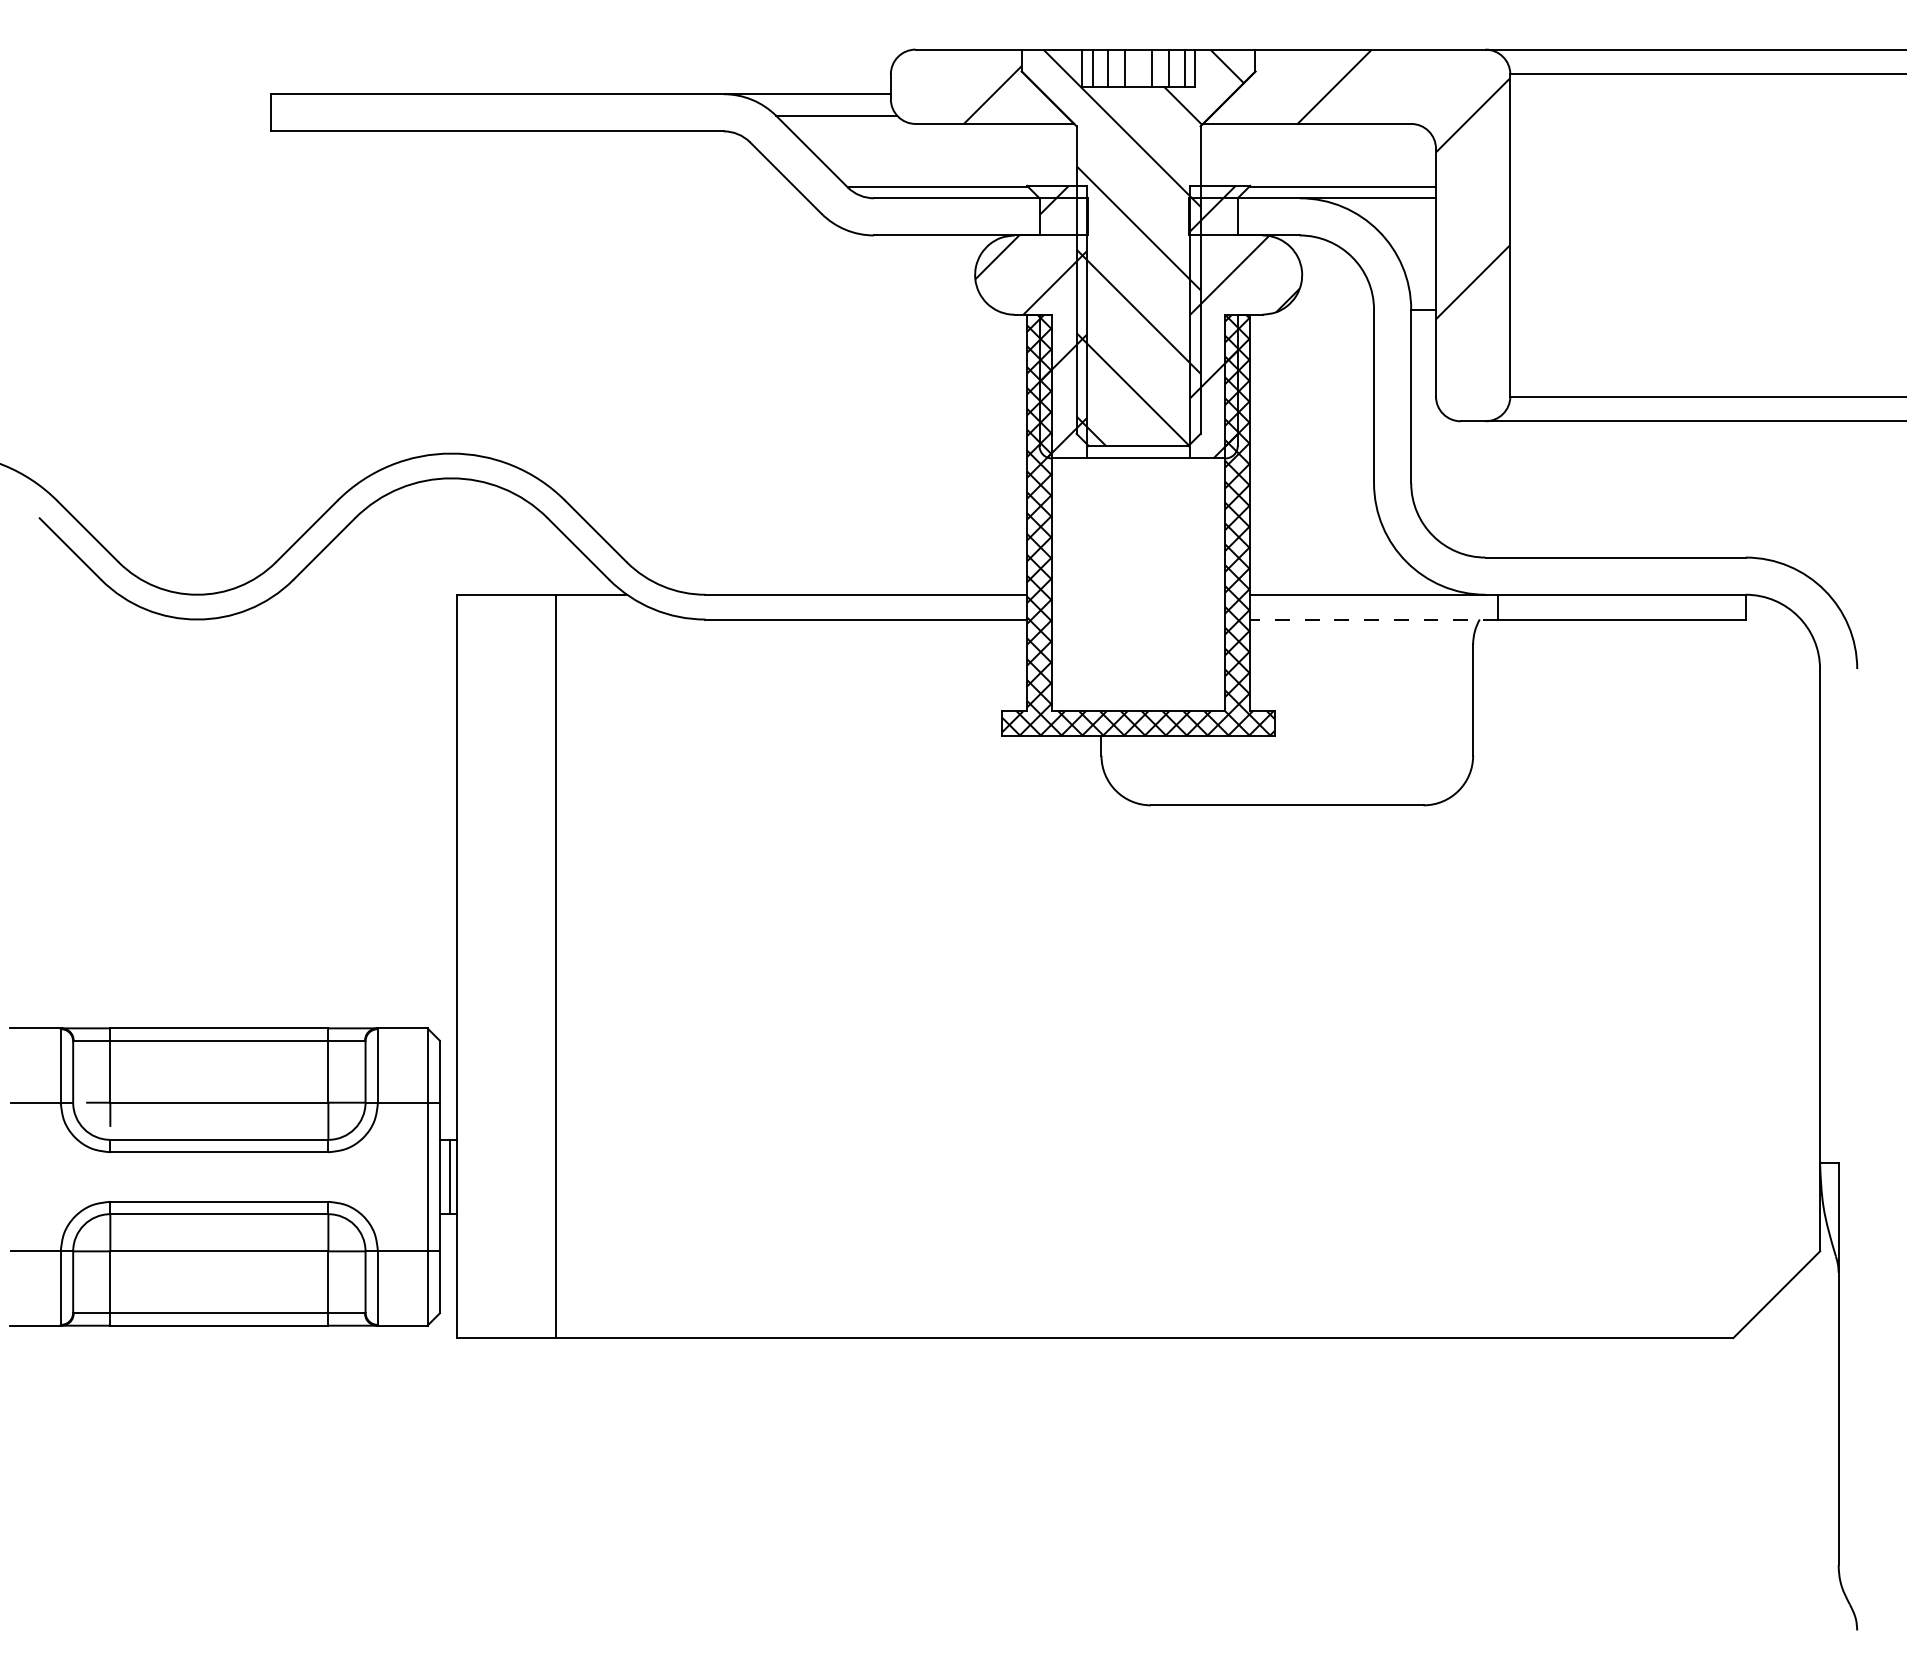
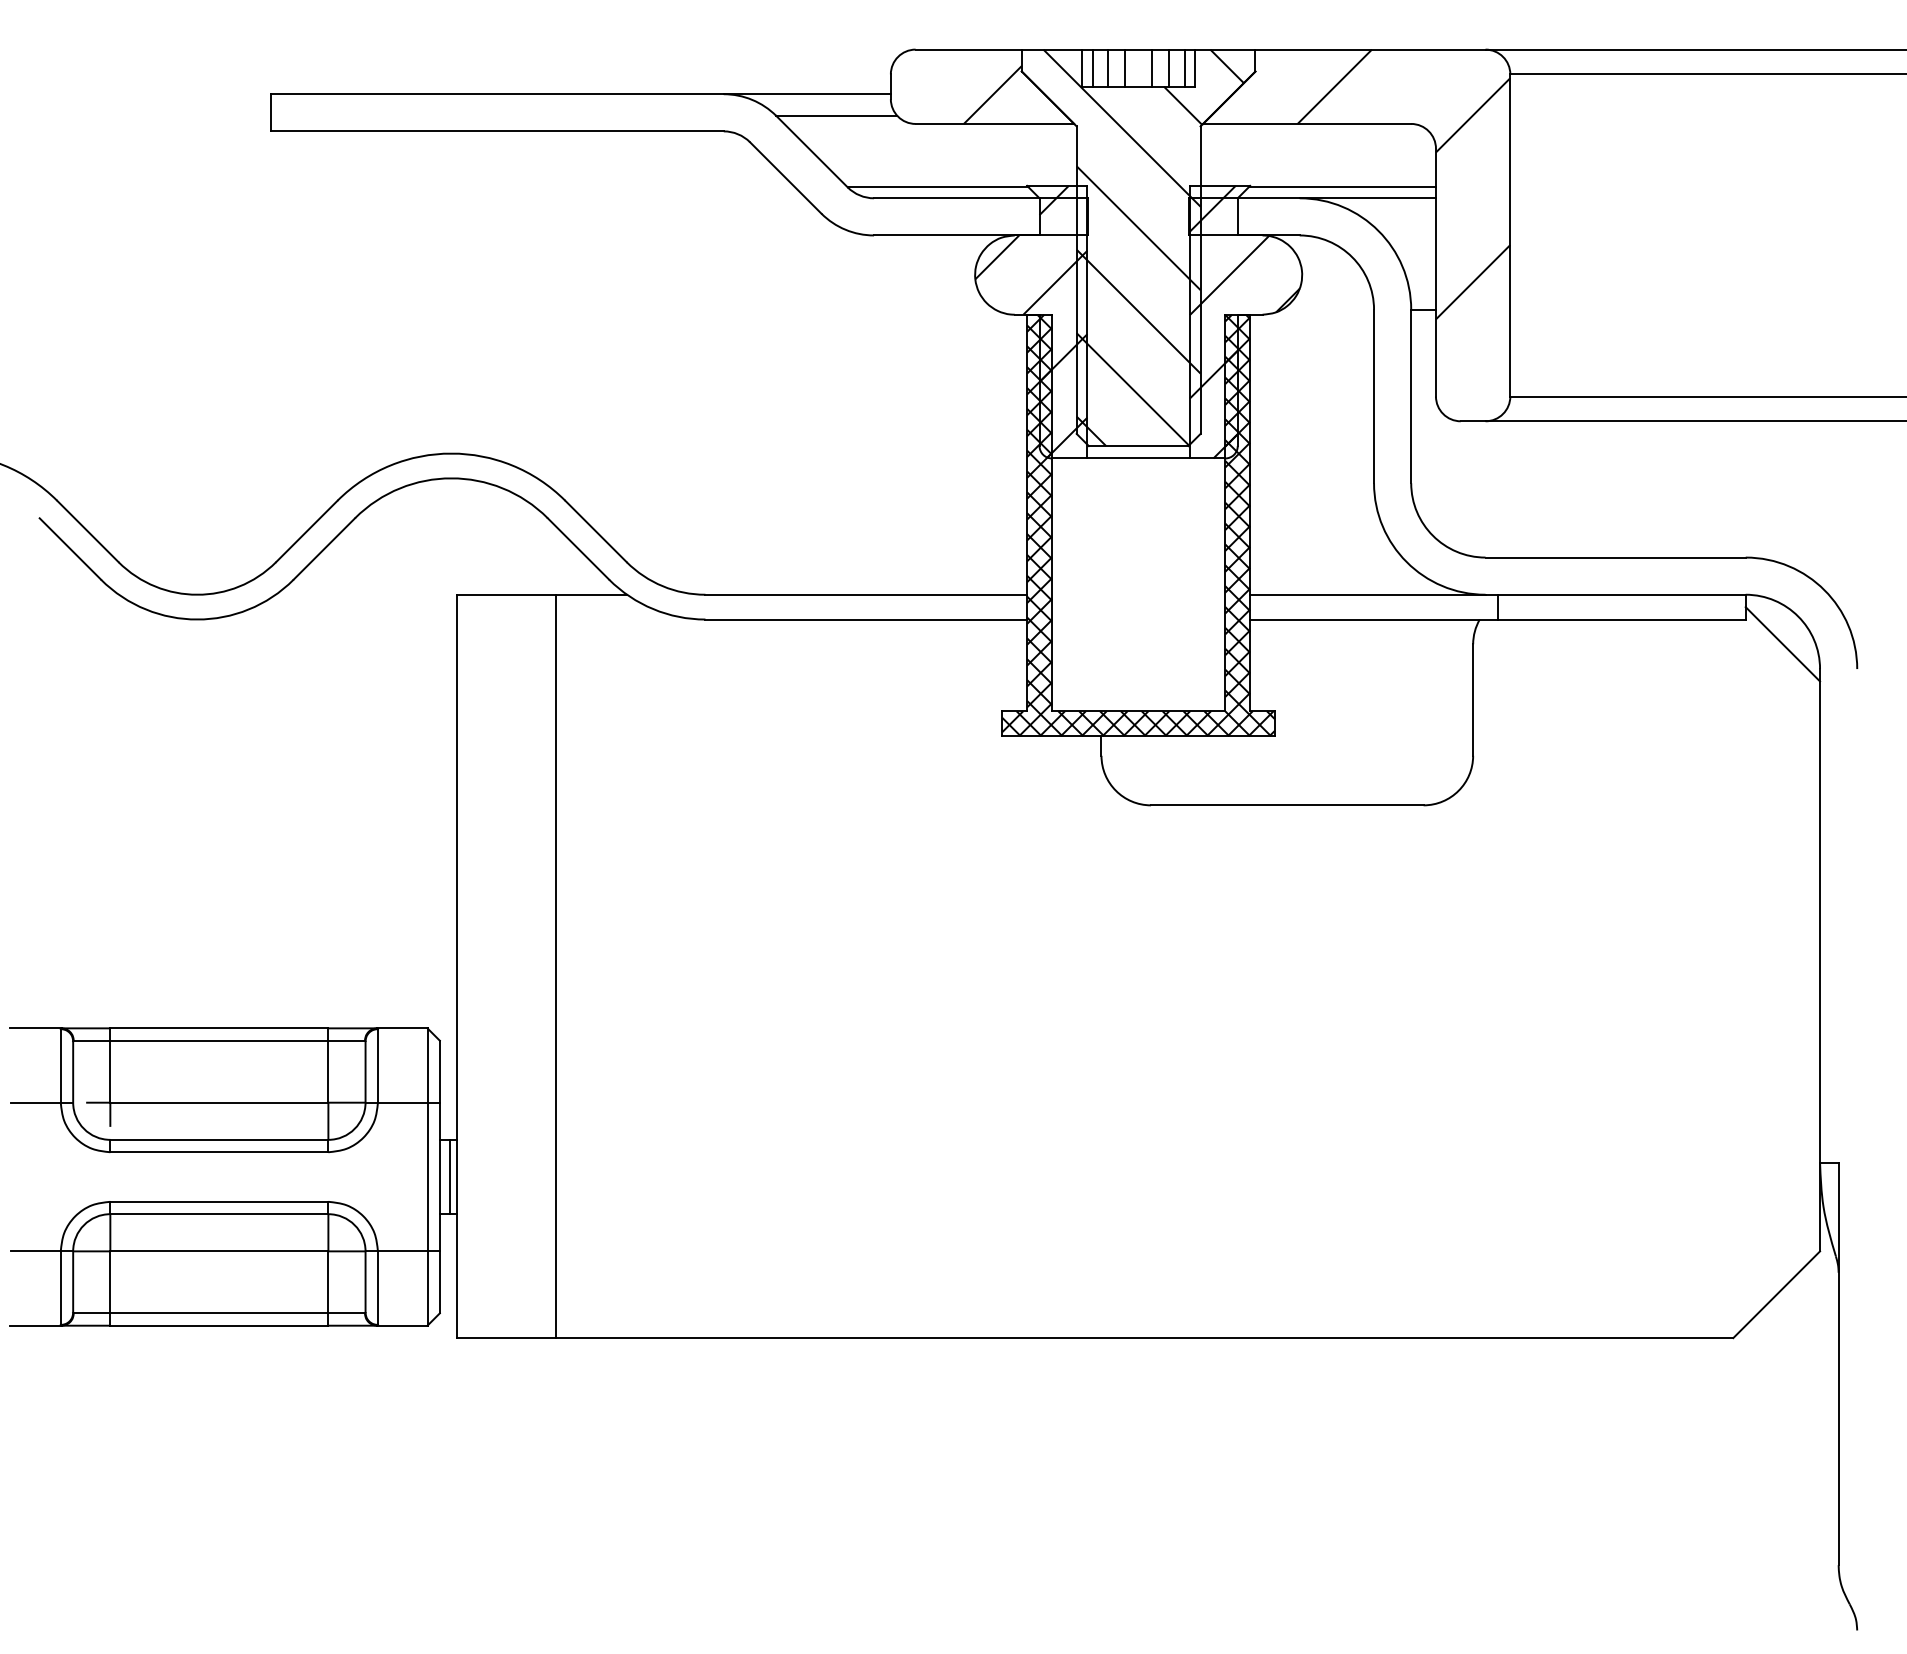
line at (1374, 619): dashed -> solid
line at (1782, 644): none -> present
